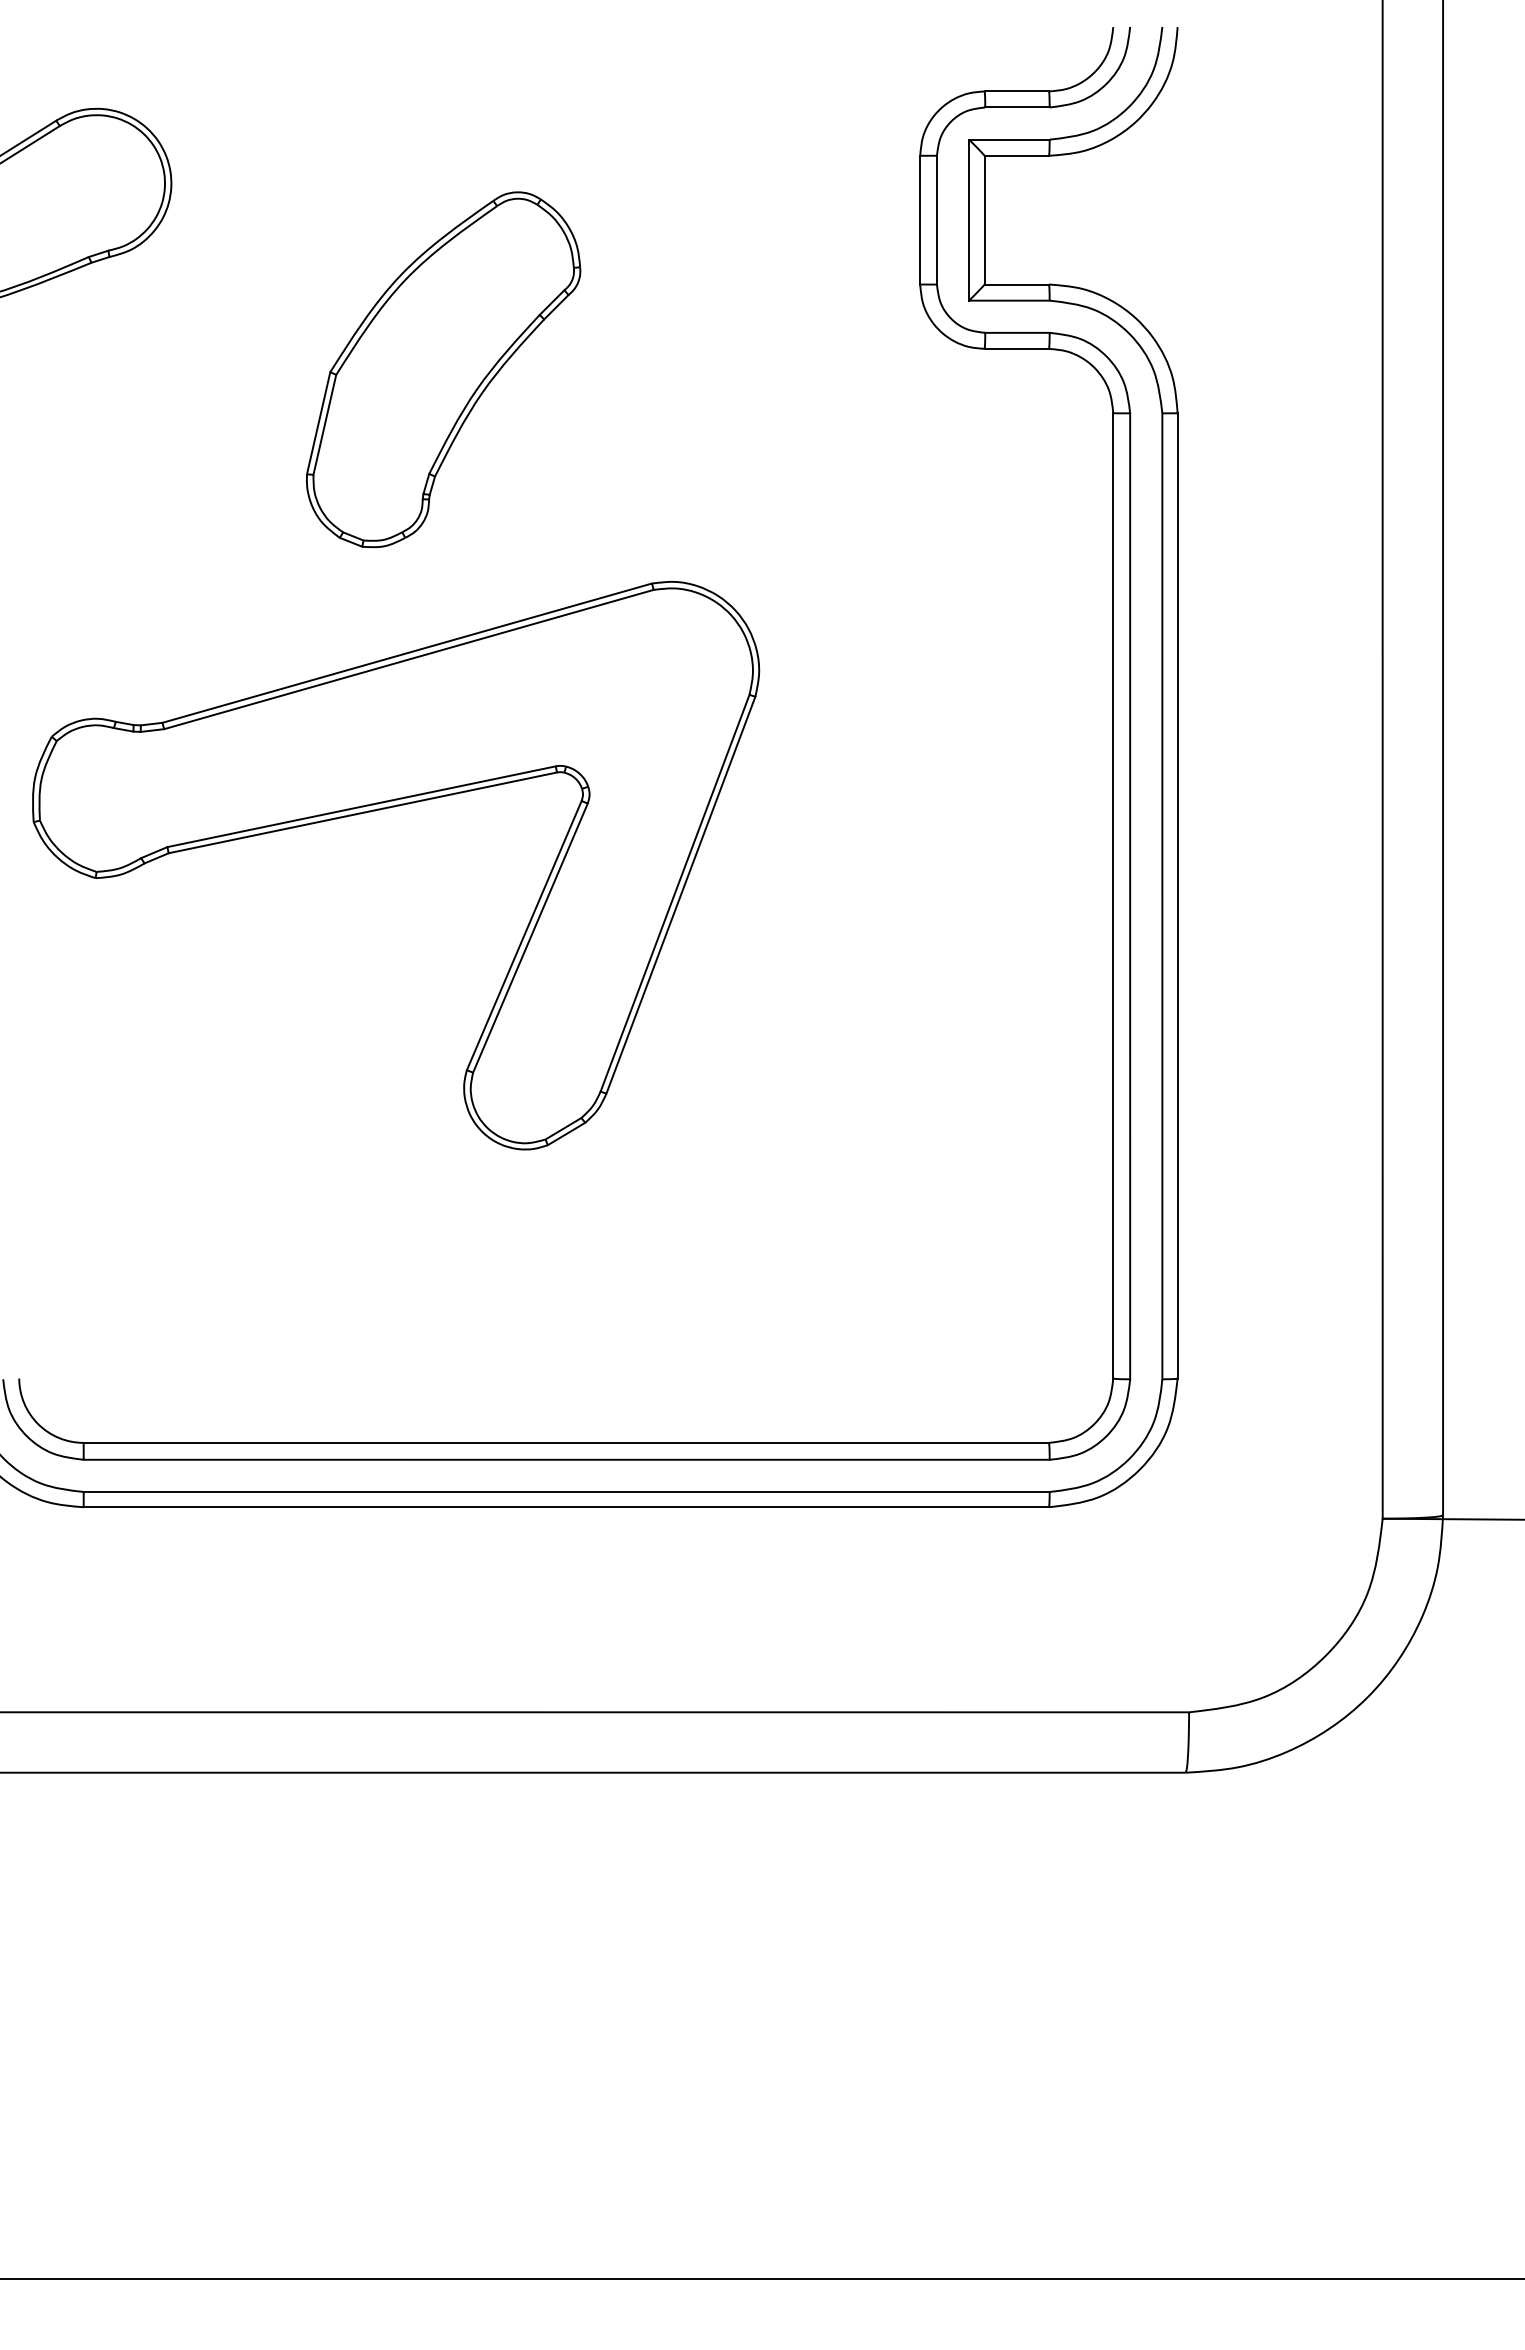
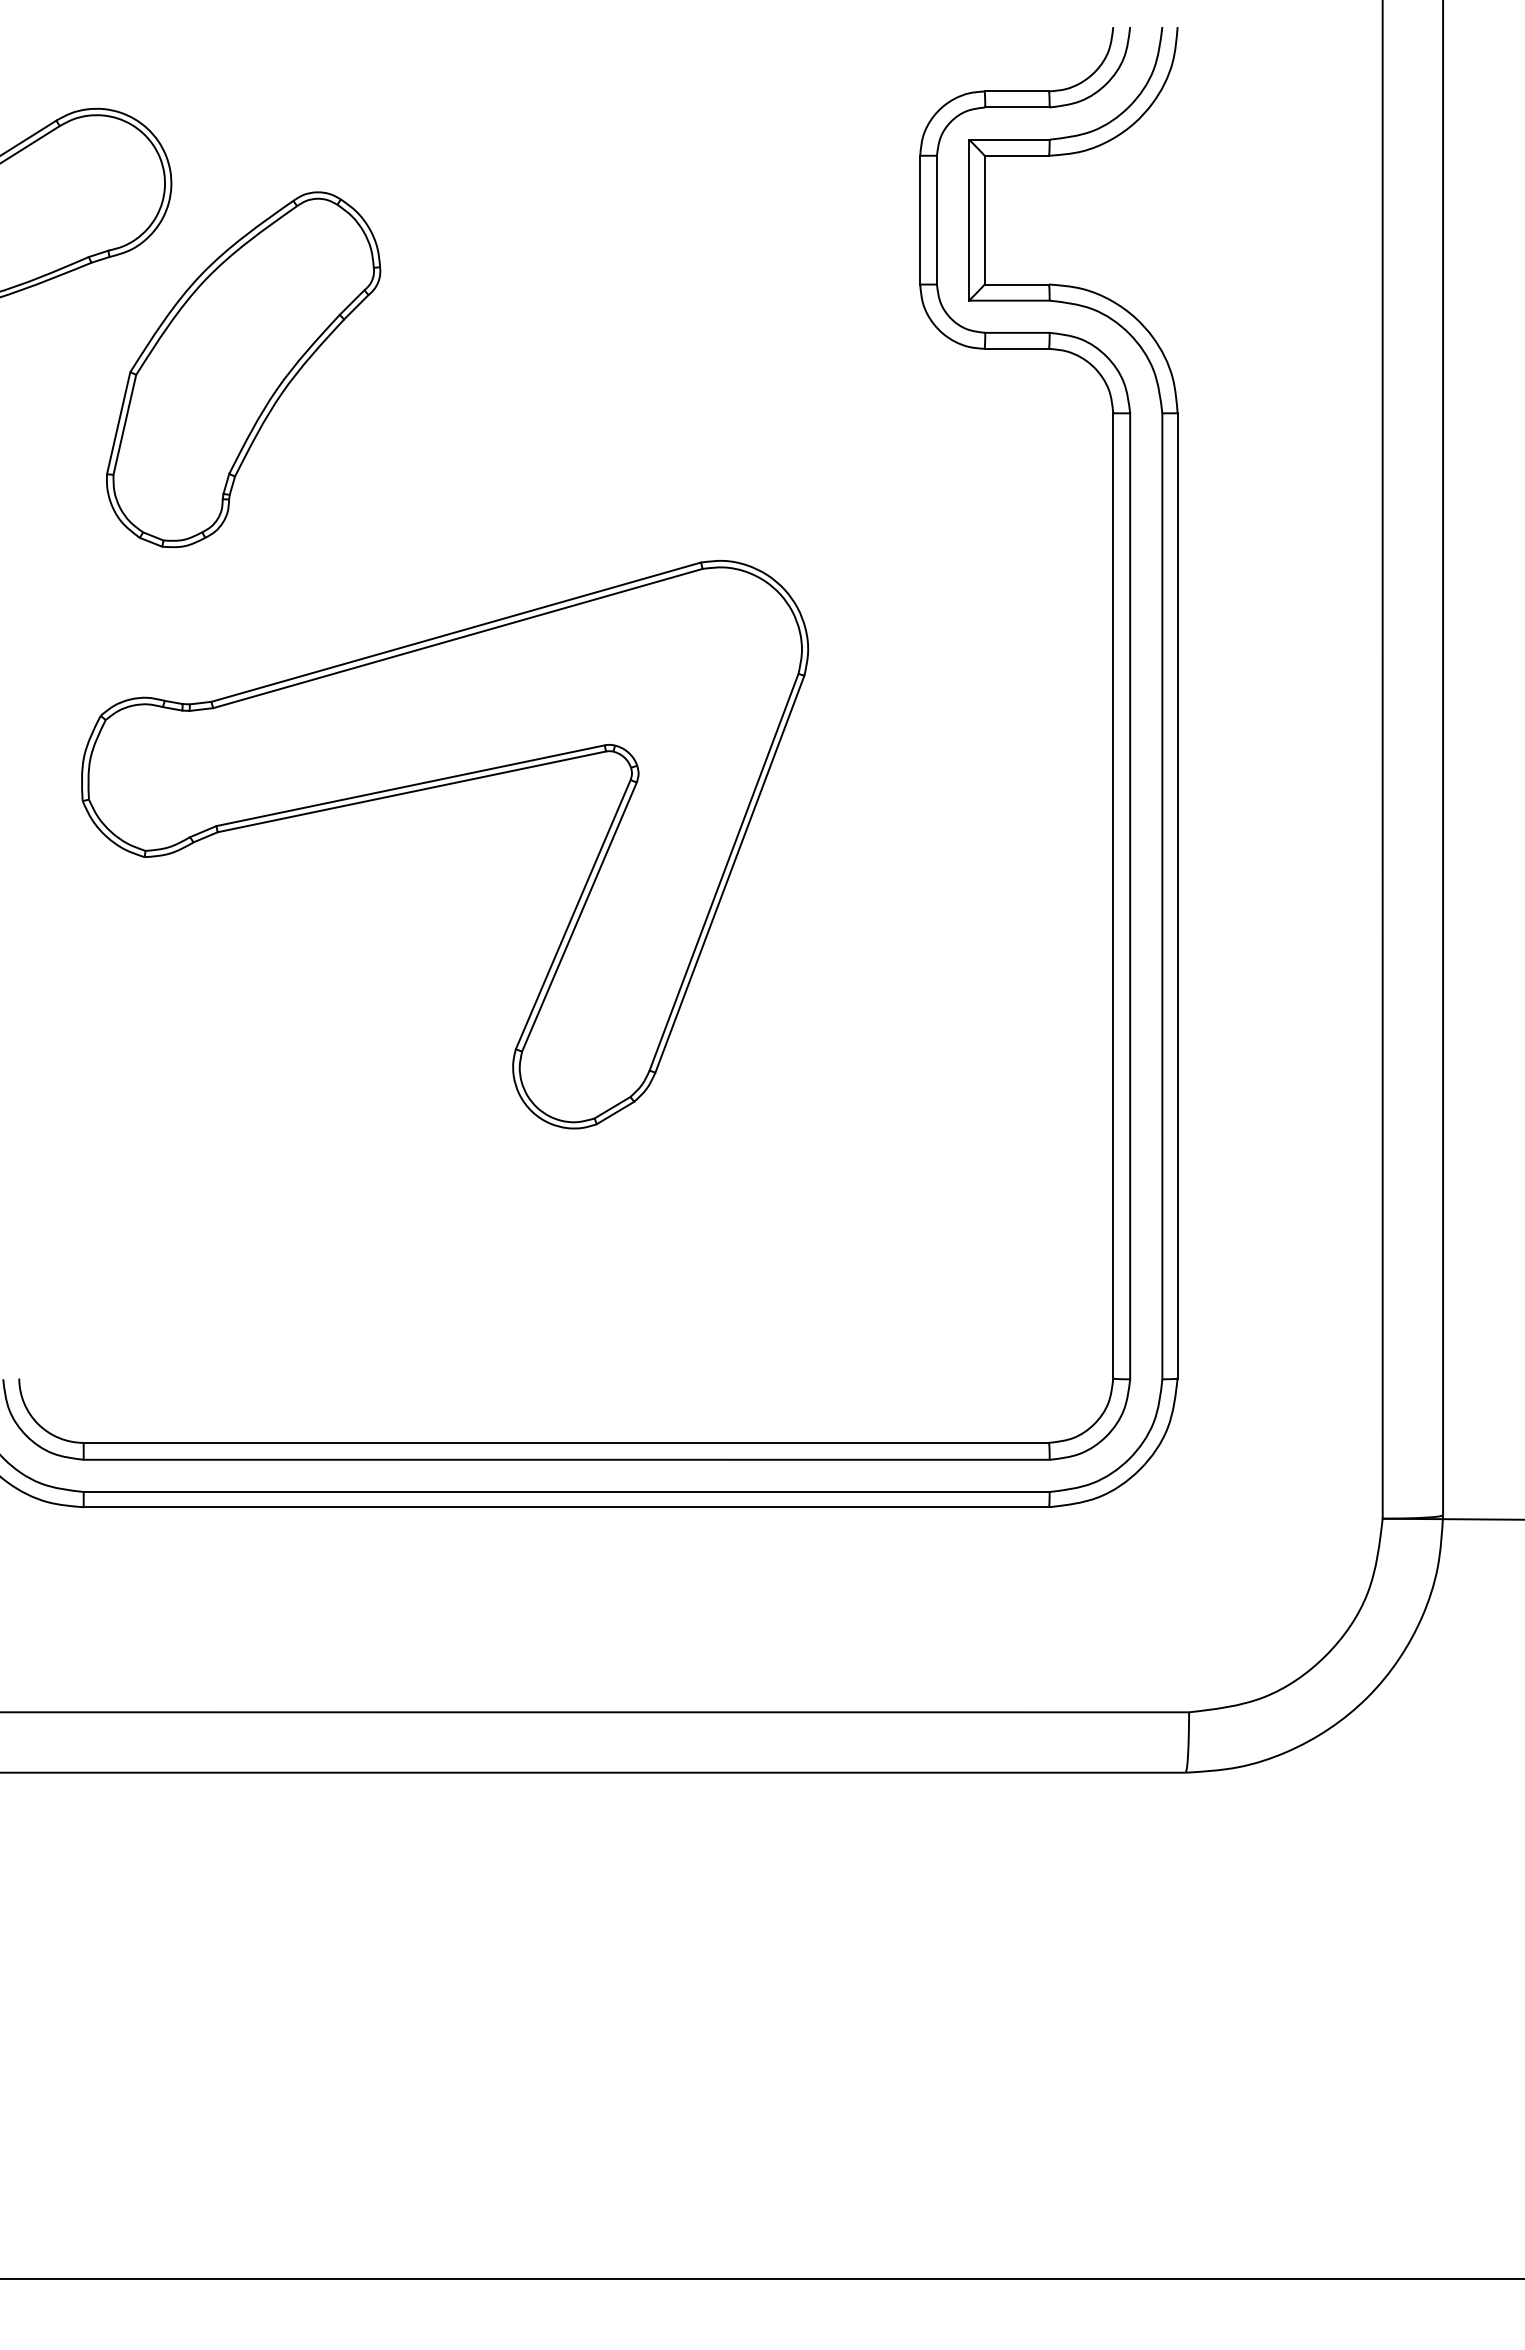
part at (443, 369) position: (443, 369) -> (243, 369)
part at (385, 809) position: (385, 809) -> (434, 788)
